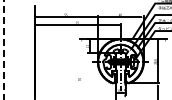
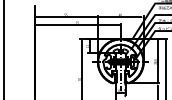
line at (3, 50): dashed -> solid
line at (81, 68): none -> present
line at (165, 68): none -> present
